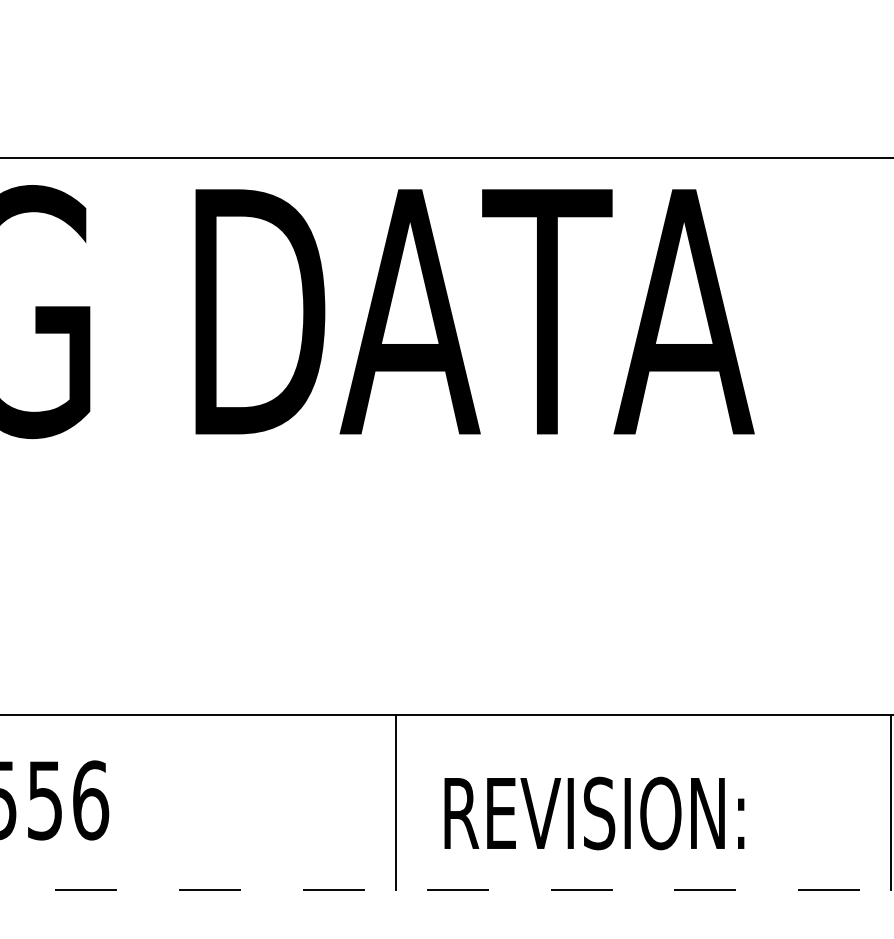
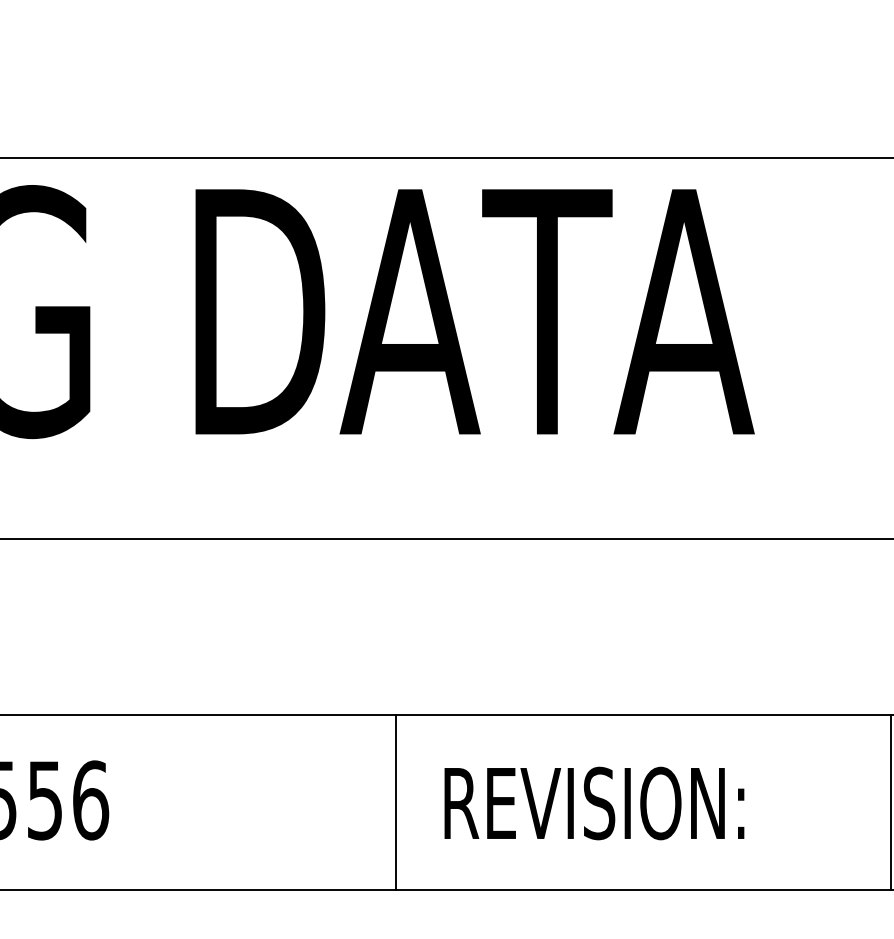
line at (446, 539): none -> present
text at (594, 813) position: (594, 813) -> (594, 803)
line at (447, 890): dashed -> solid
